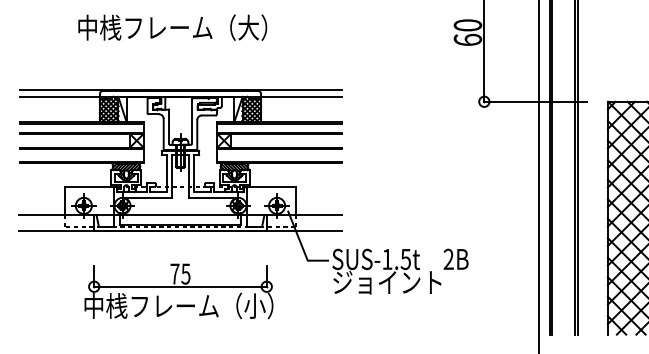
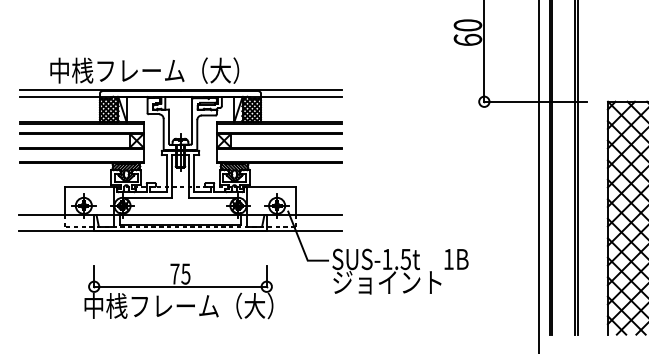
text at (172, 27) position: (172, 27) -> (144, 70)
text at (448, 258): 2B -> 1B
text at (254, 305): 中桟フレーム（小） -> 中桟フレーム（大）
